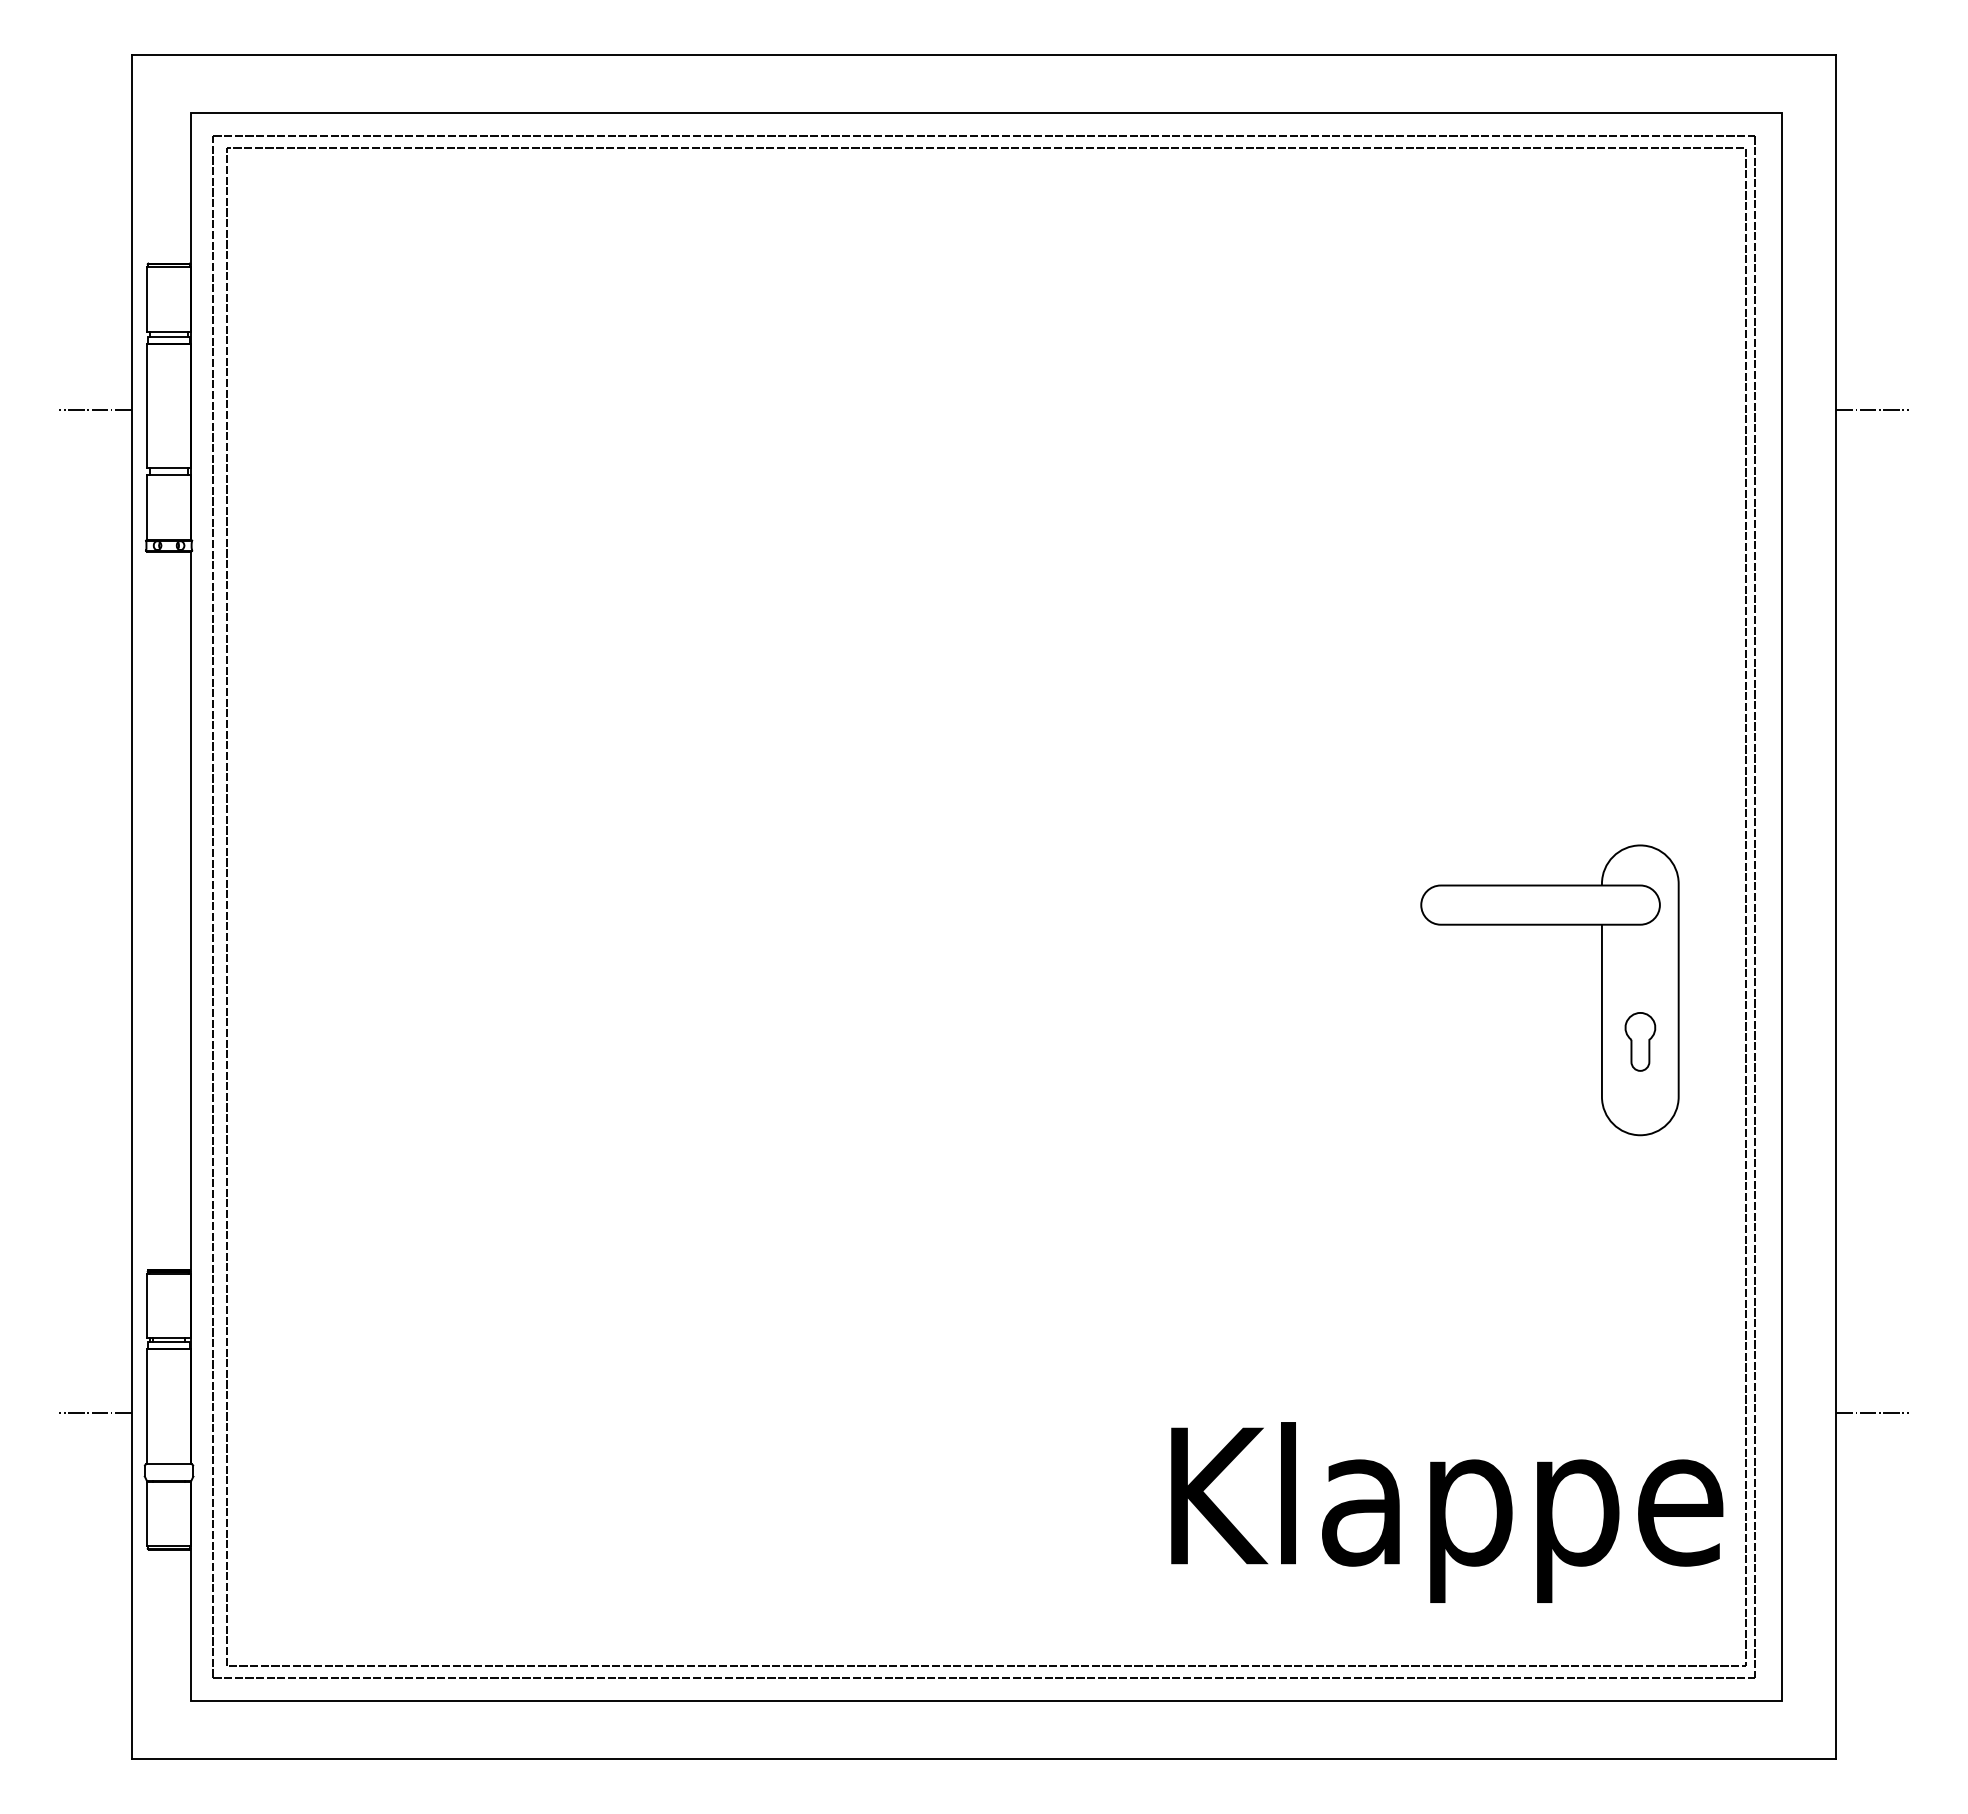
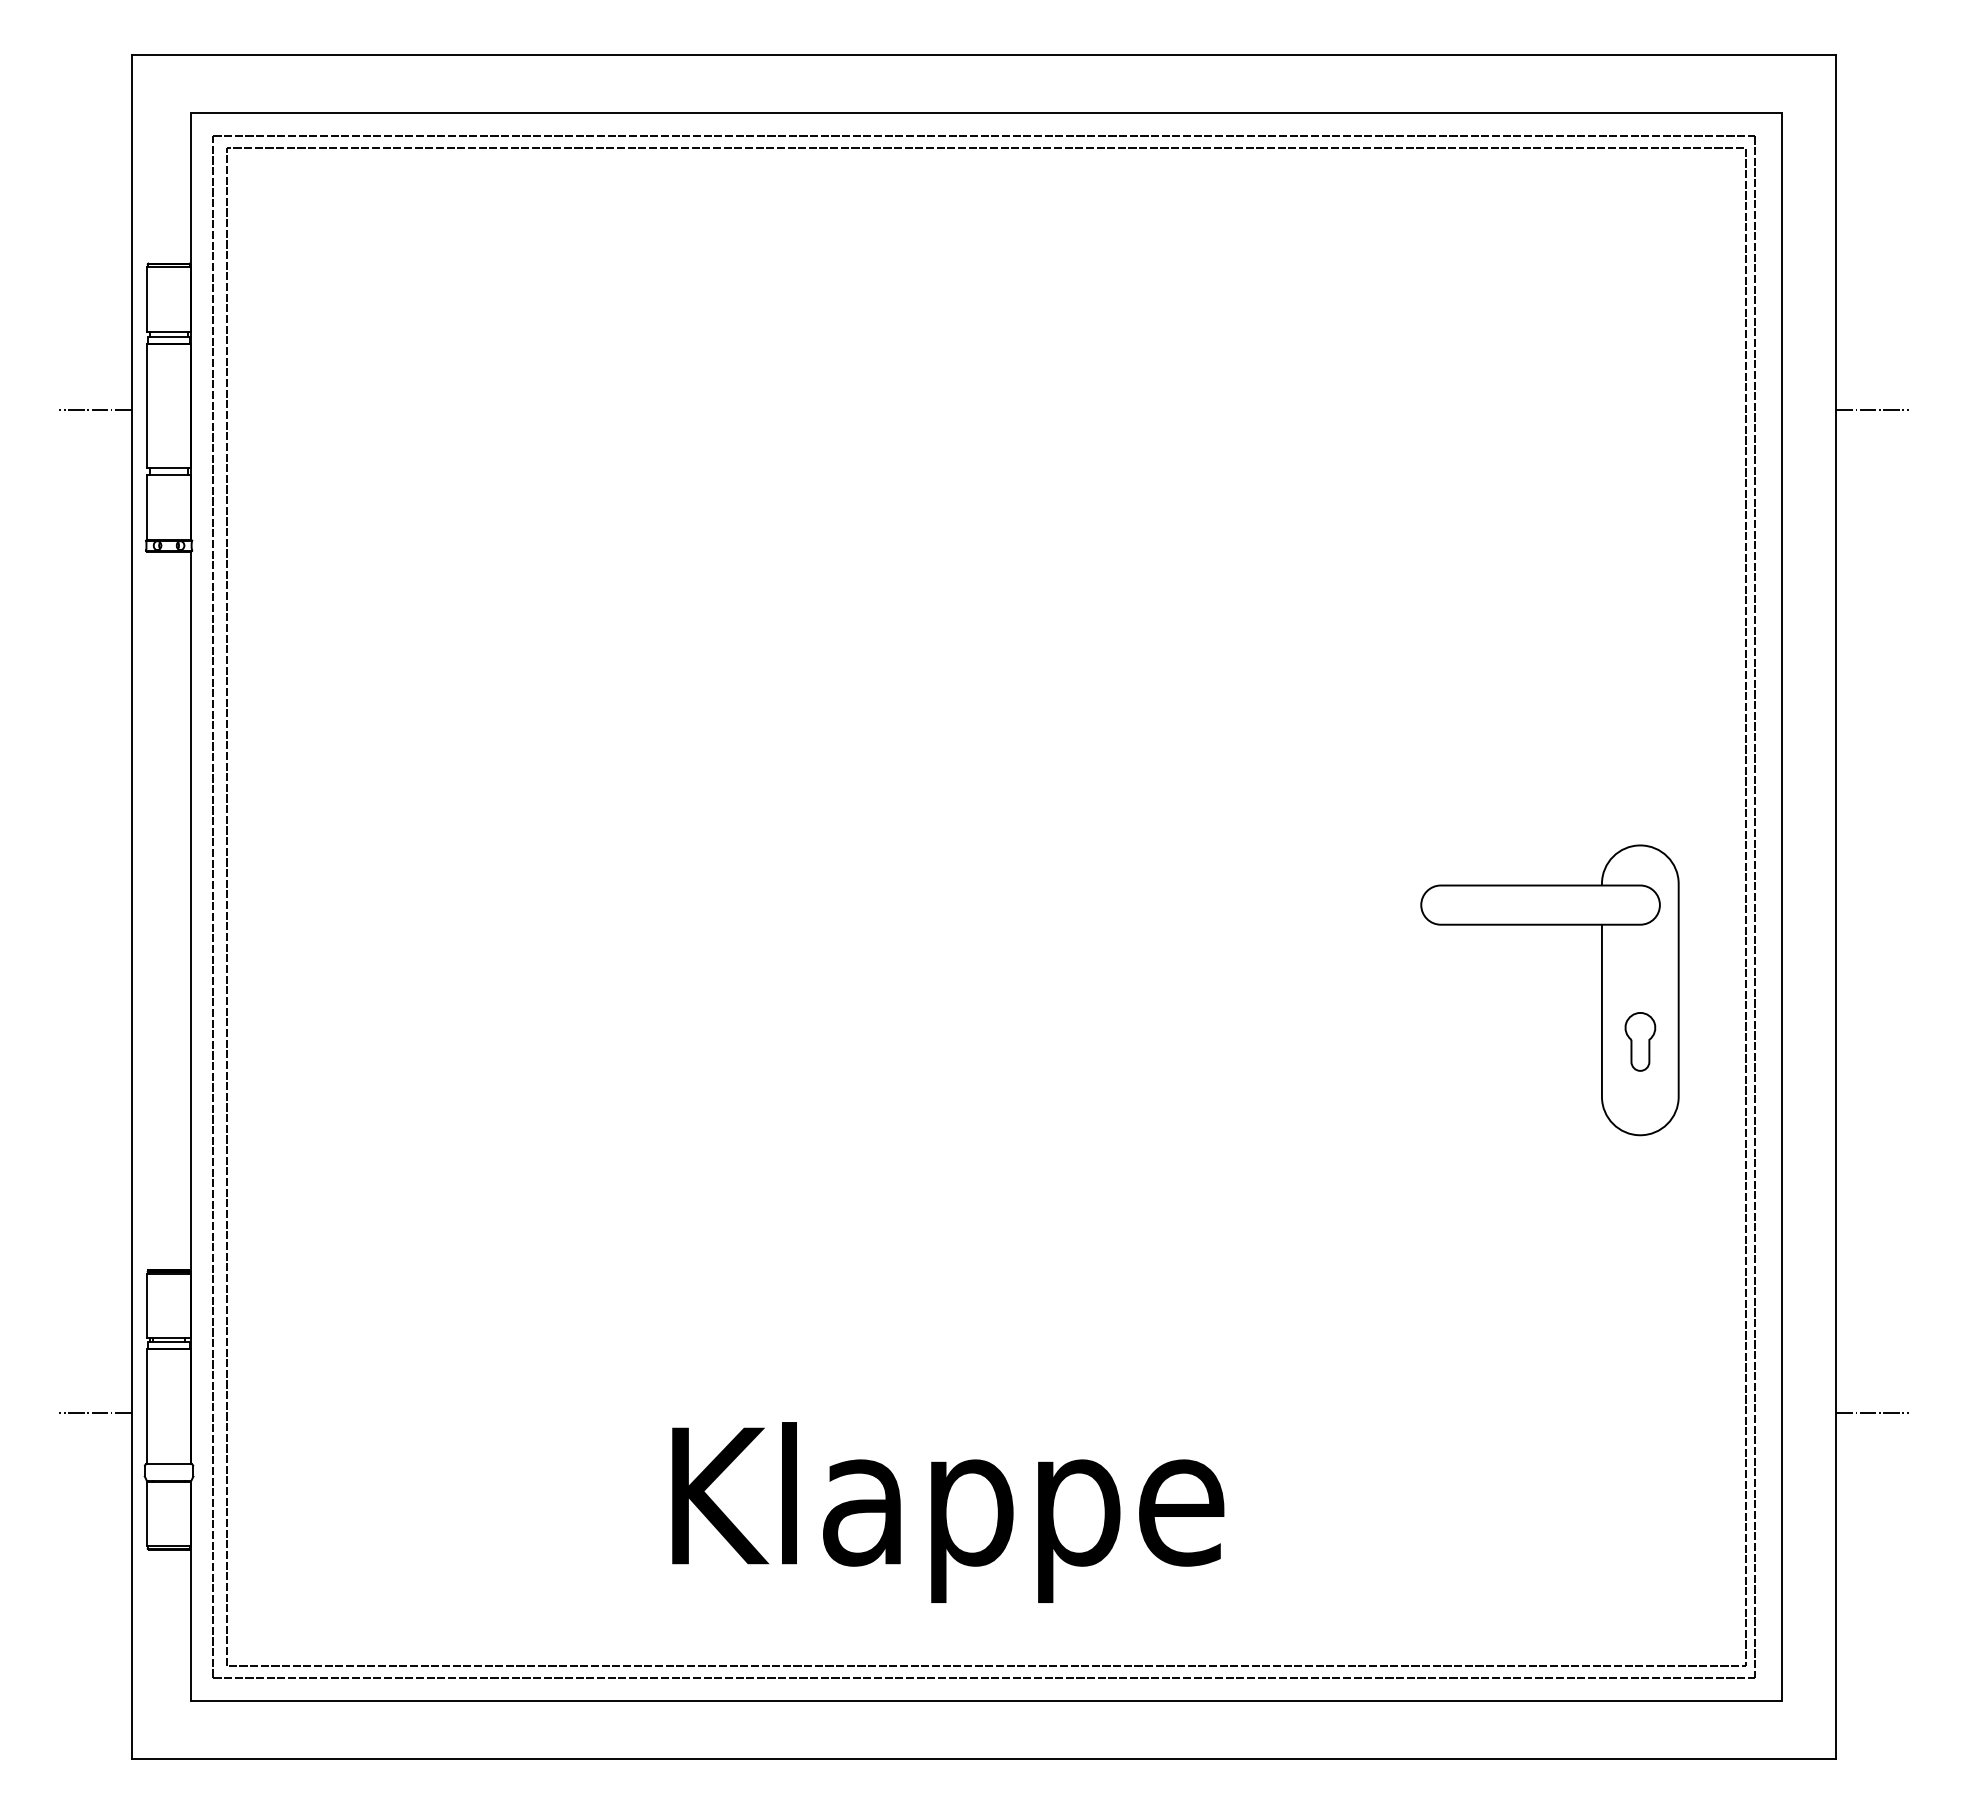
text at (1447, 1512) position: (1447, 1512) -> (948, 1512)
